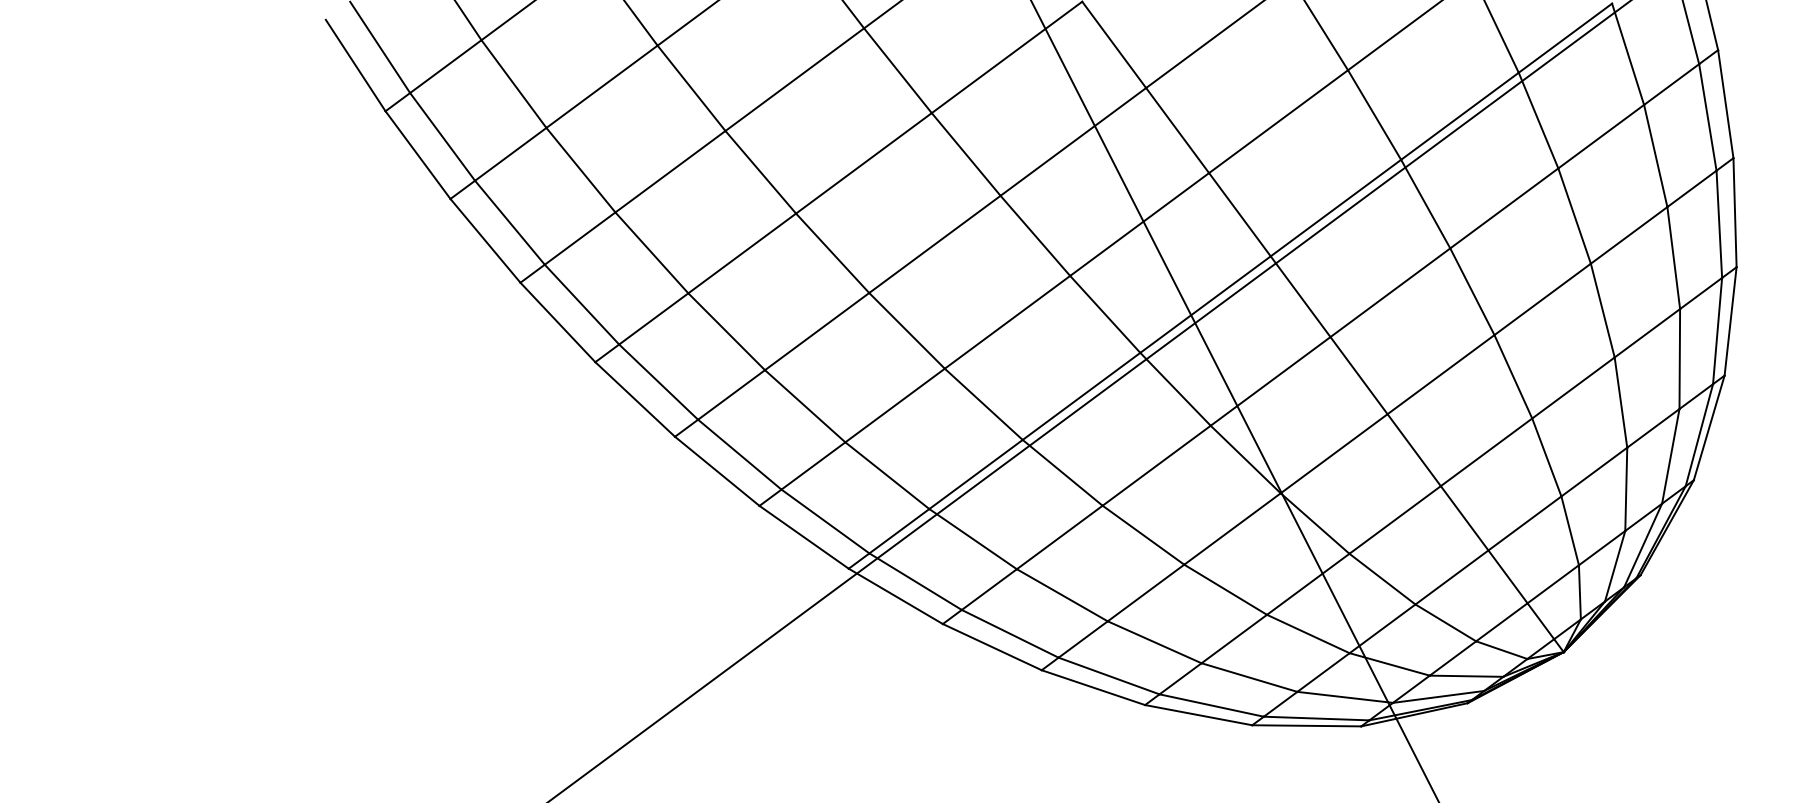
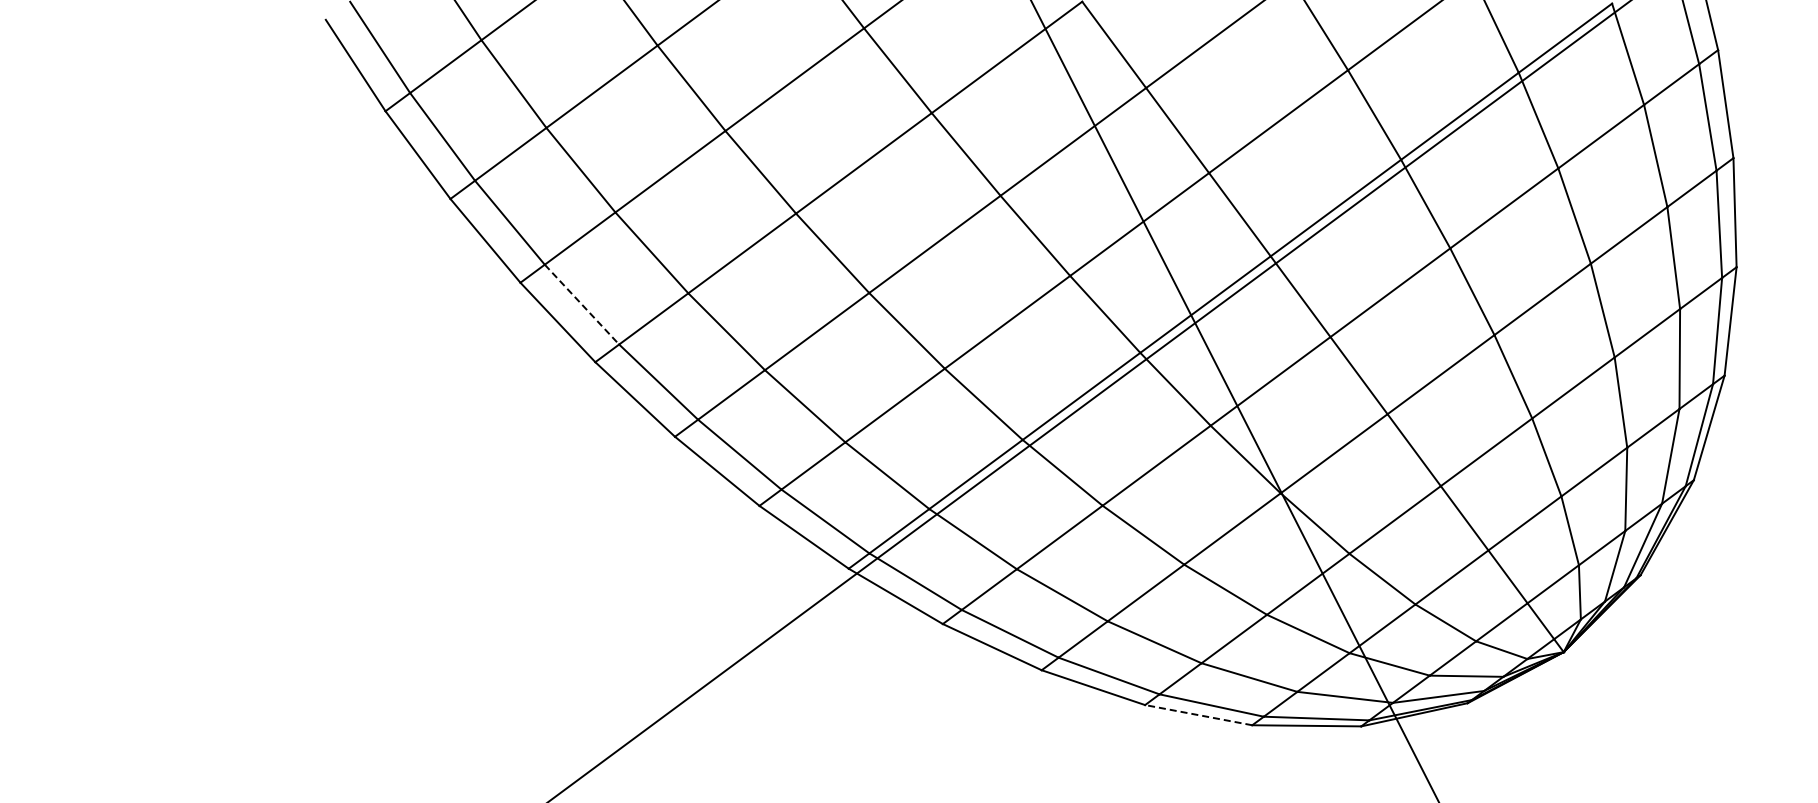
line at (581, 304): solid -> dashed
line at (1198, 715): solid -> dashed
